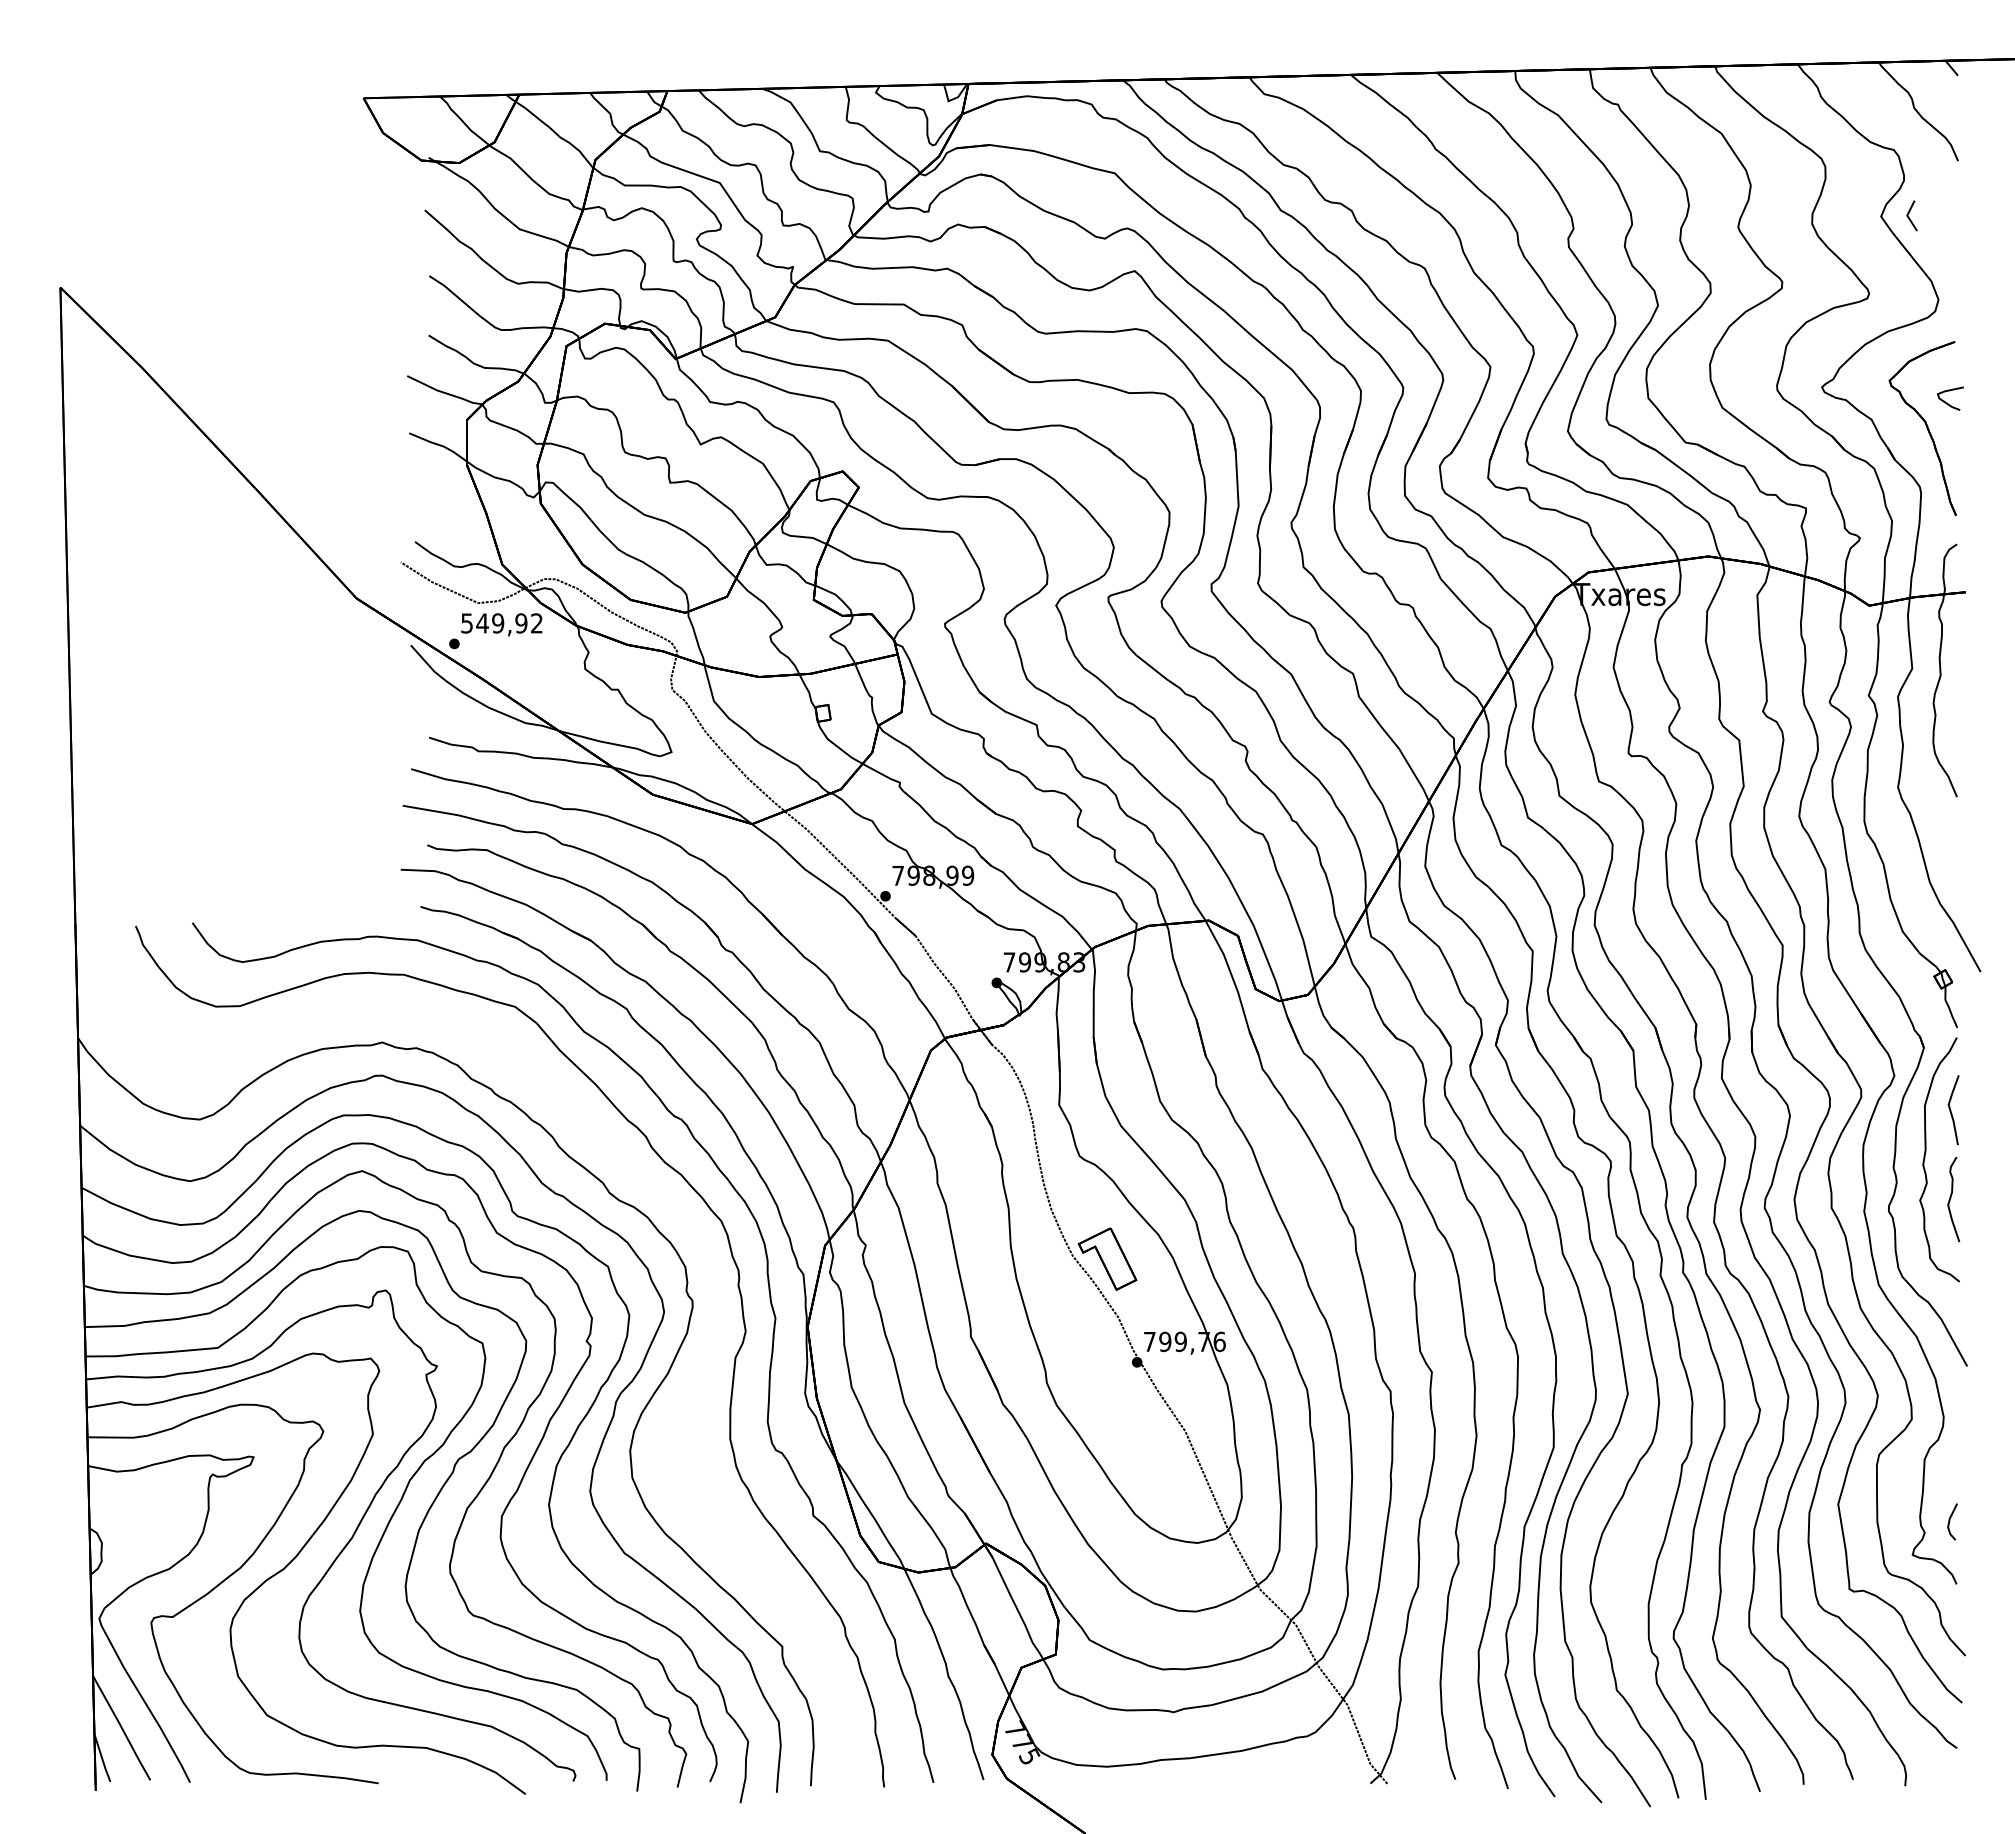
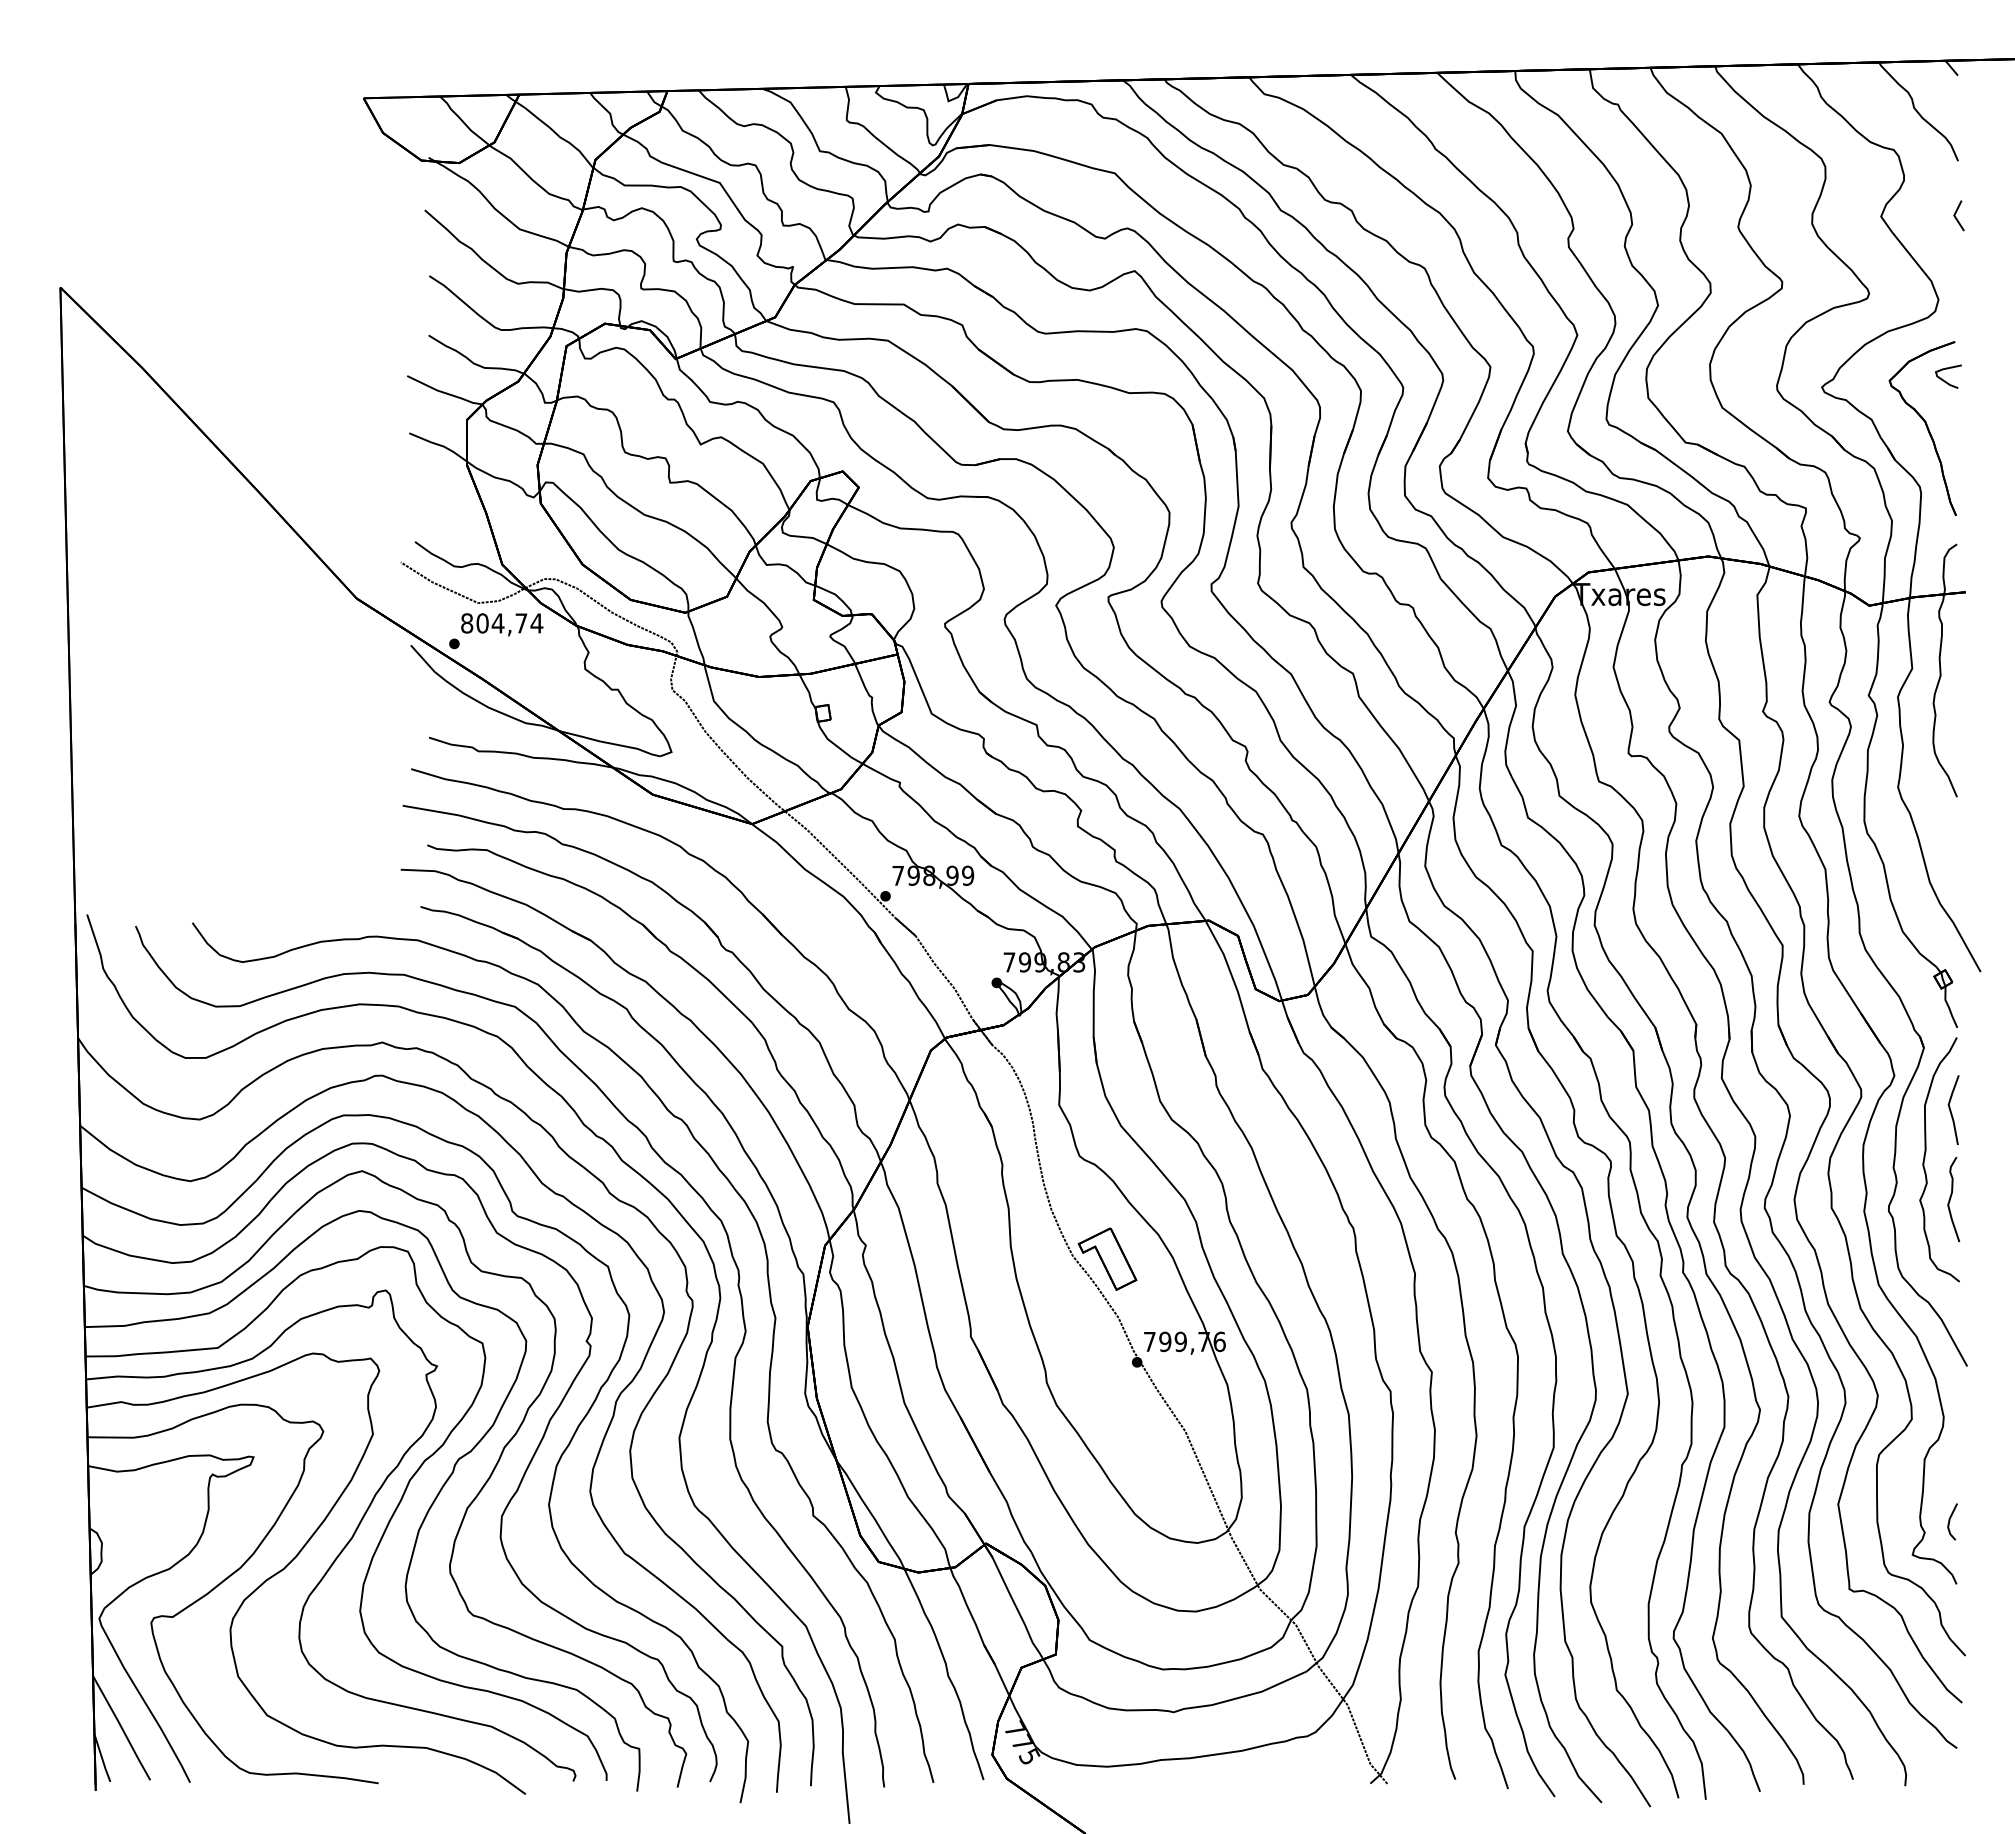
line at (1909, 213) position: (1909, 213) -> (1956, 213)
curve at (1947, 402) position: (1947, 402) -> (1945, 380)
text at (502, 623): 549,92 -> 804,74
part at (680, 1428): none -> present
